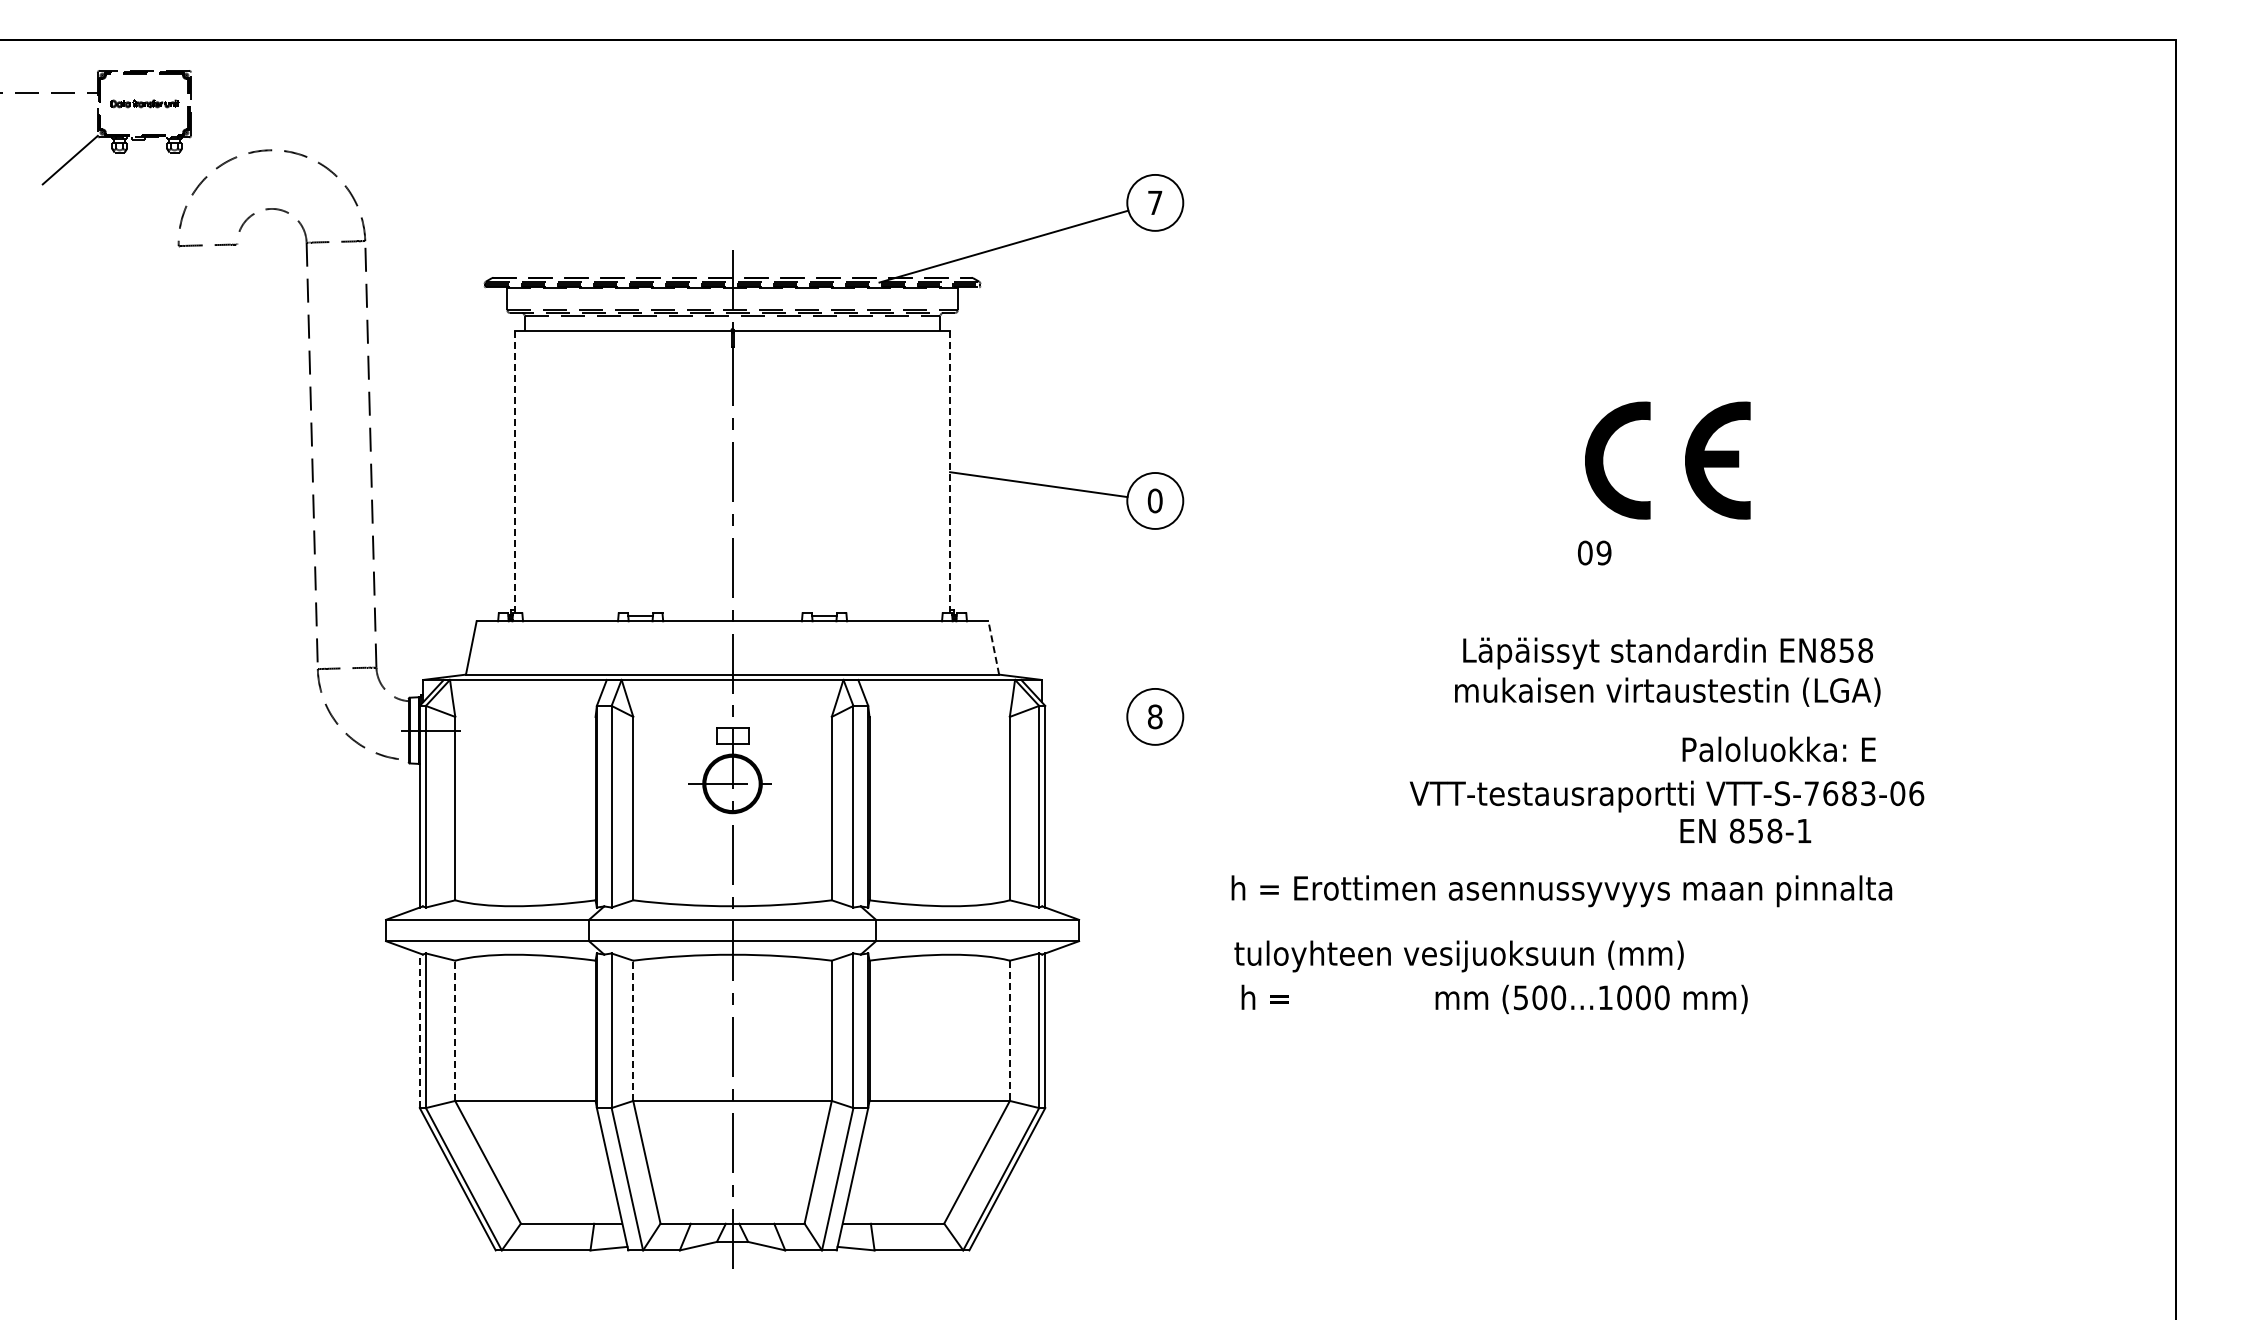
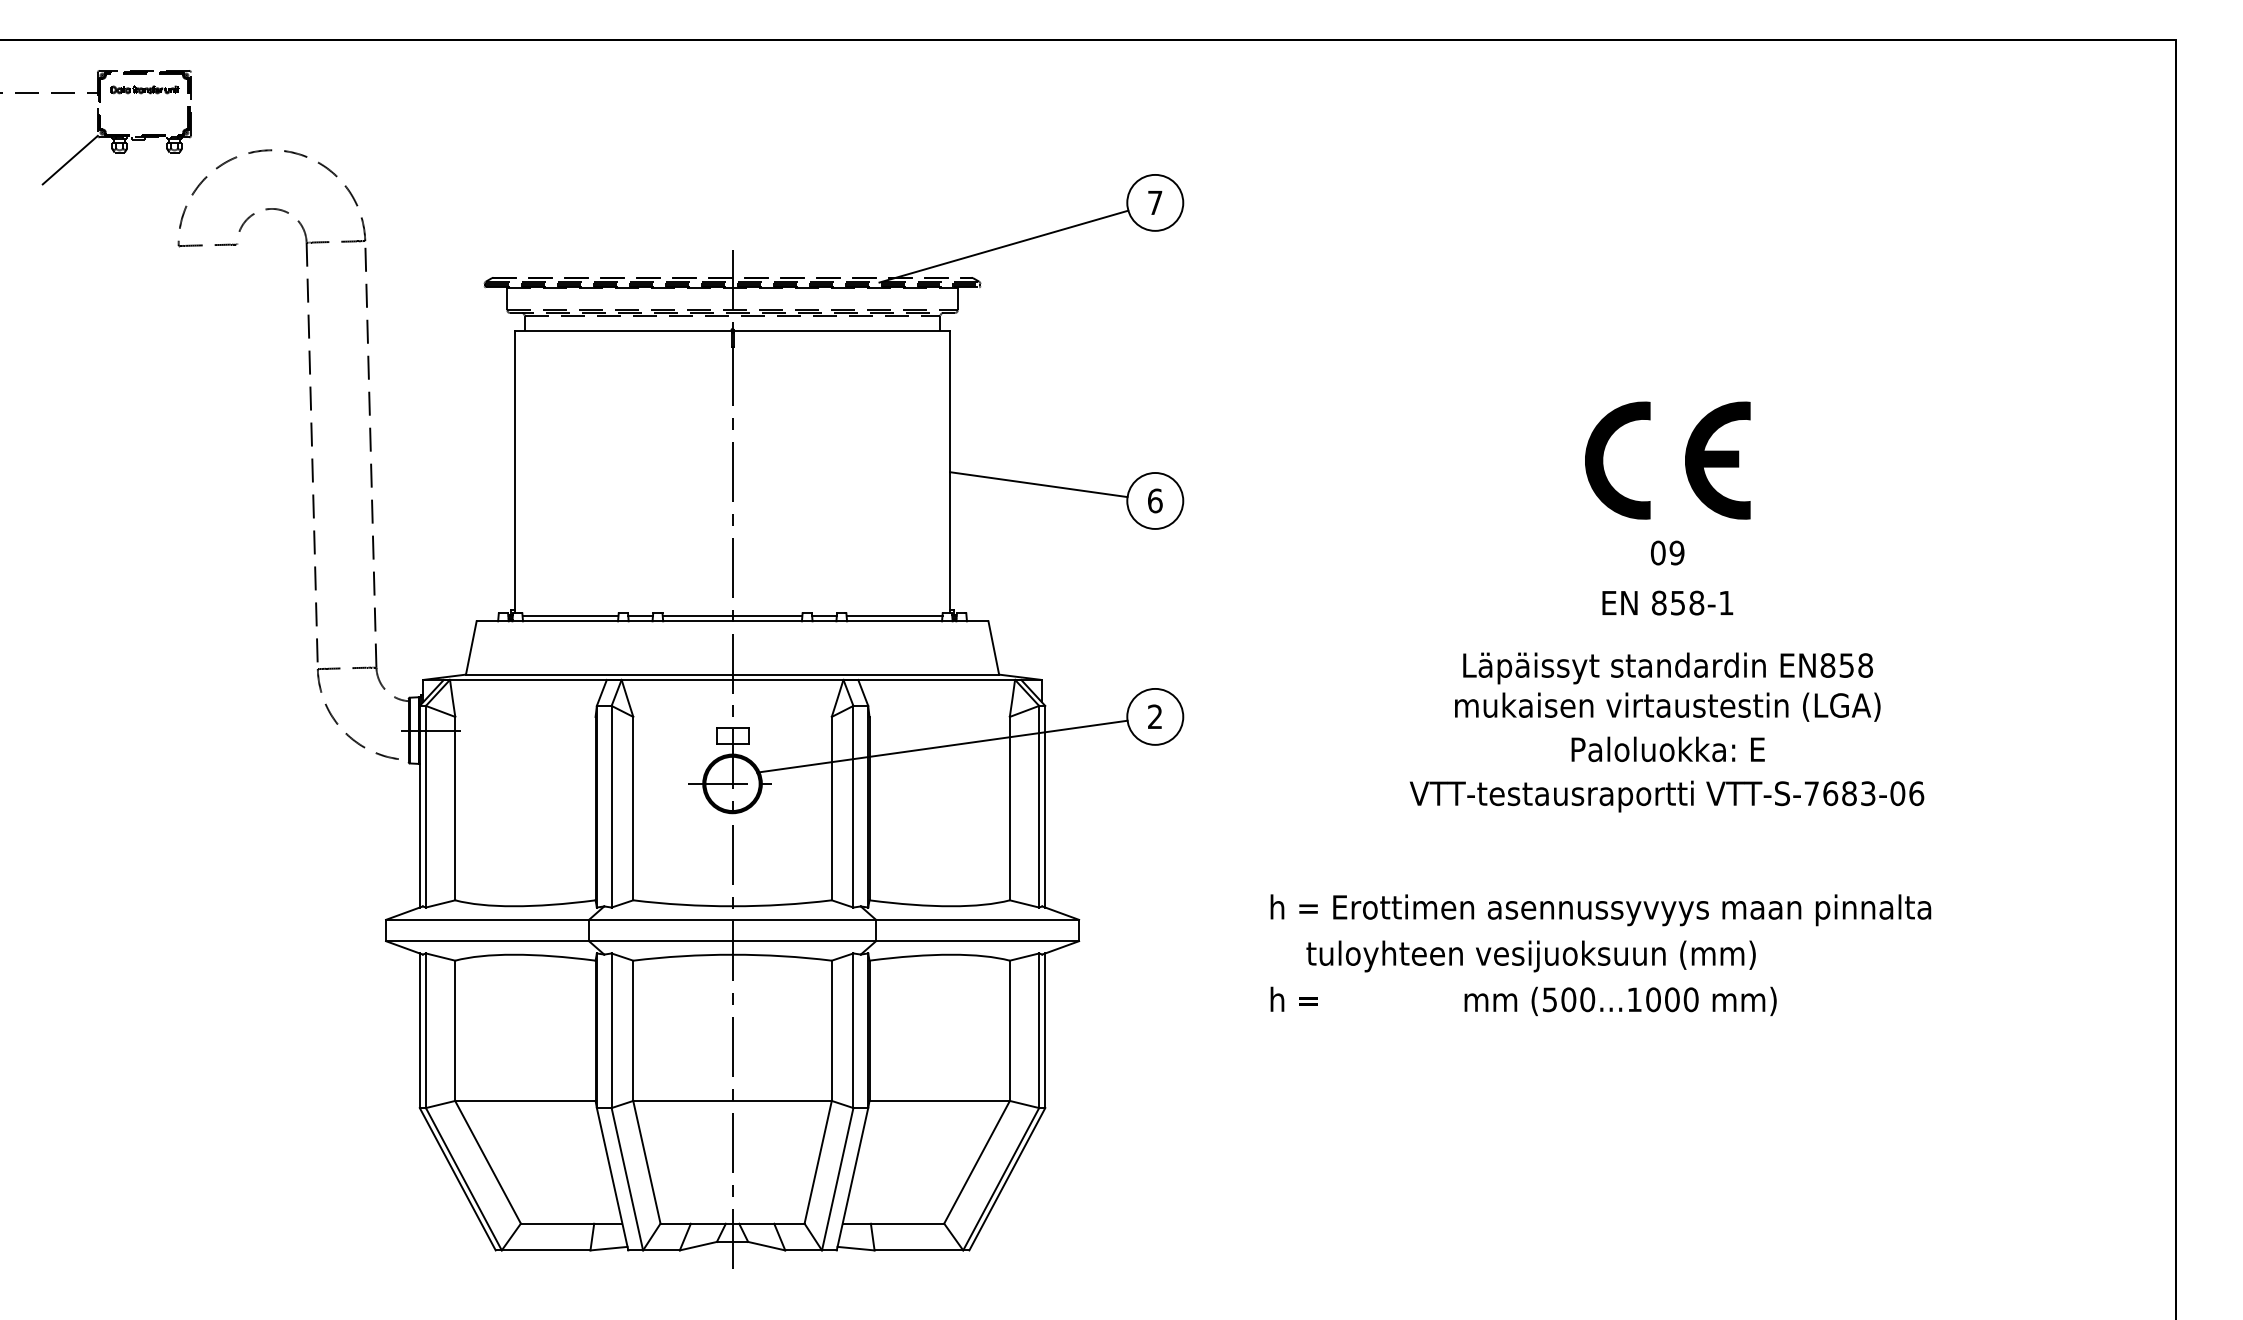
part at (144, 103) position: (144, 103) -> (144, 89)
line at (950, 471): dashed -> solid
line at (515, 472): dashed -> solid
text at (1154, 500): 0 -> 6
text at (1594, 552) position: (1594, 552) -> (1667, 552)
line at (570, 616): none -> present
line at (732, 616): none -> present
line at (894, 616): none -> present
line at (993, 647): dashed -> solid
text at (1667, 671) position: (1667, 671) -> (1667, 686)
text at (1155, 716): 8 -> 2
line at (942, 746): none -> present
text at (1778, 749) position: (1778, 749) -> (1667, 749)
text at (1745, 830) position: (1745, 830) -> (1667, 602)
text at (1561, 891) position: (1561, 891) -> (1600, 910)
text at (1458, 956) position: (1458, 956) -> (1530, 956)
text at (1494, 999) position: (1494, 999) -> (1523, 1001)
line at (419, 1030): dashed -> solid
line at (455, 1030): dashed -> solid
line at (633, 1030): dashed -> solid
line at (1009, 1031): dashed -> solid
